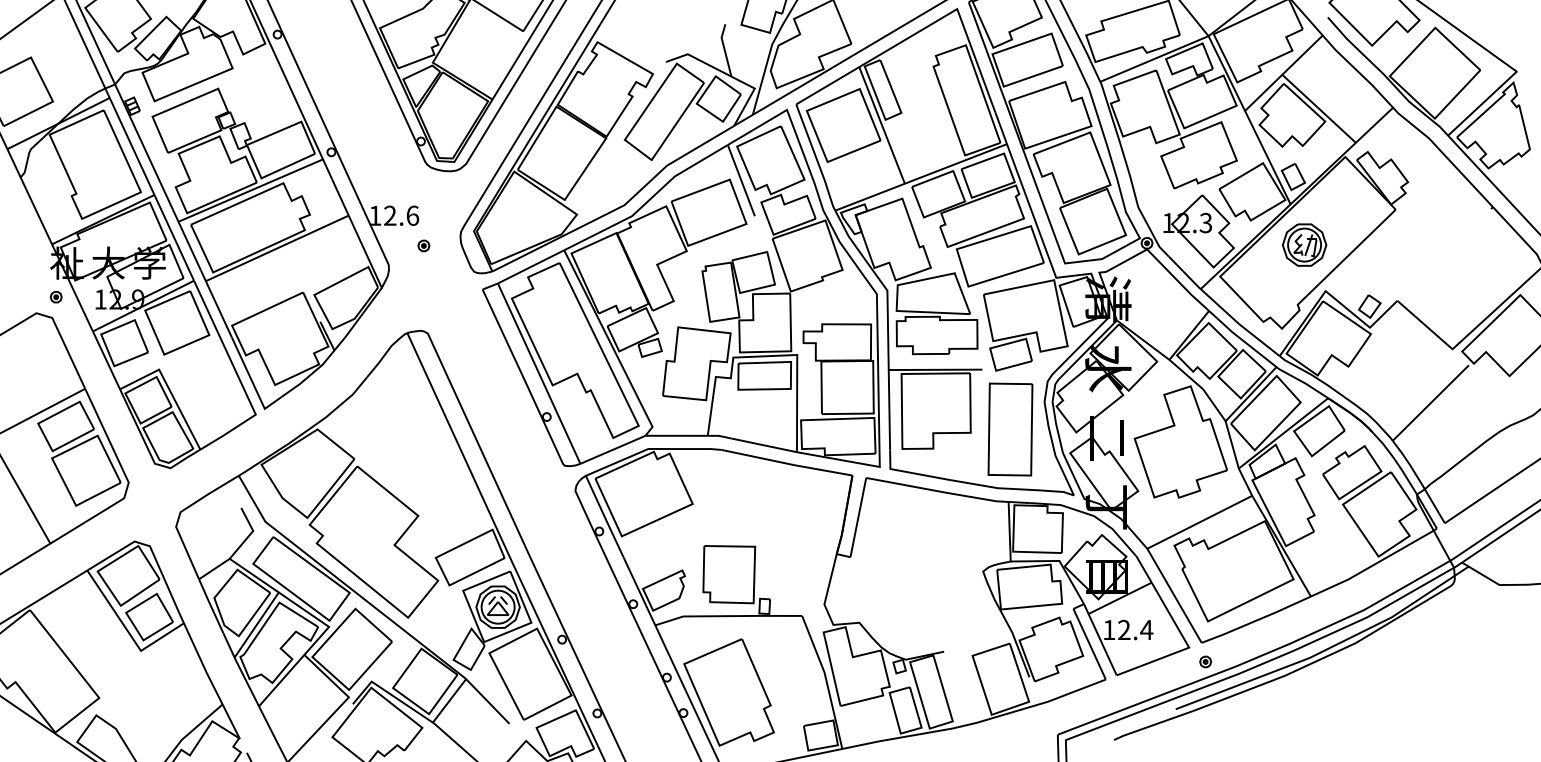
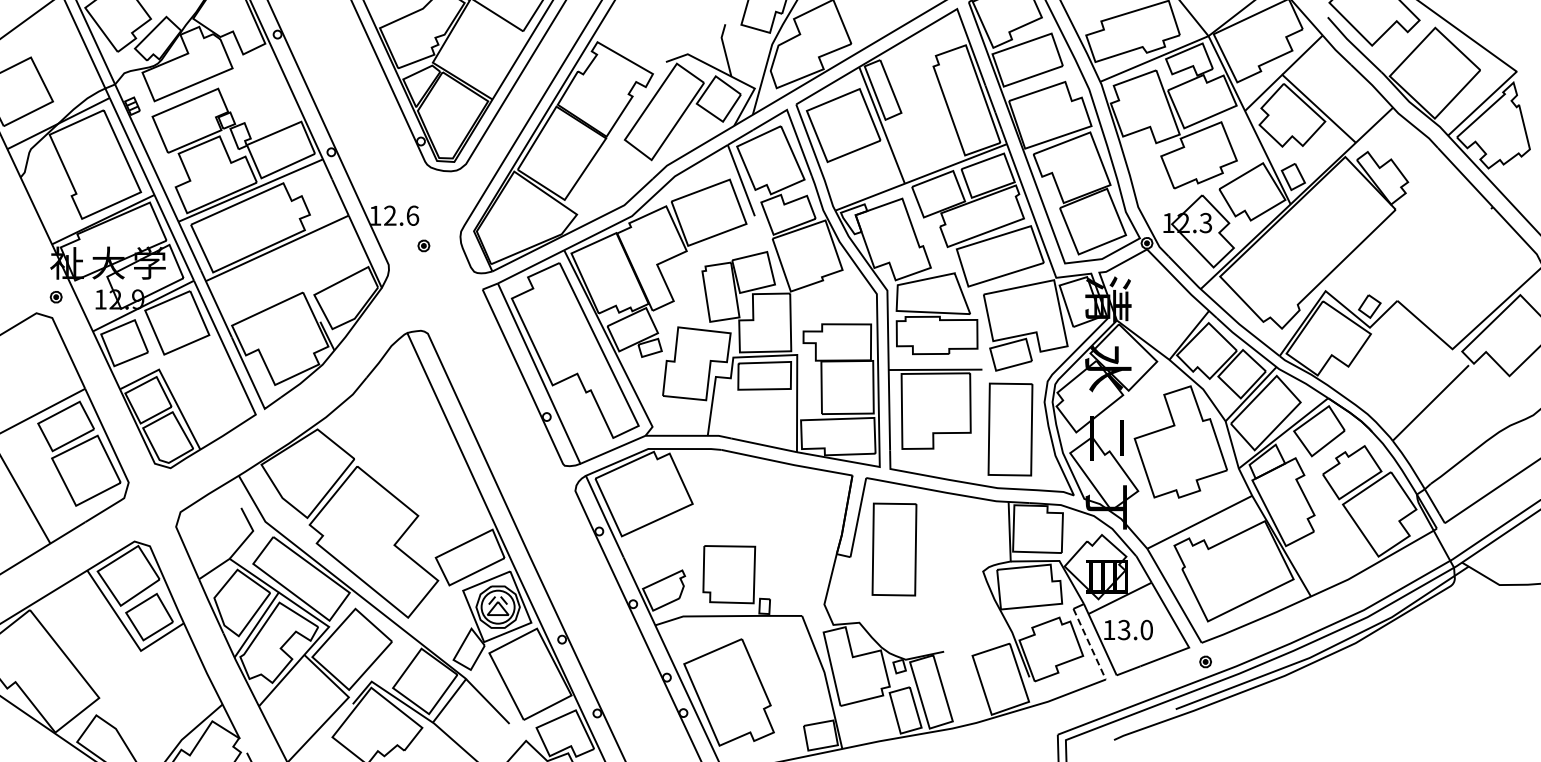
part at (1304, 244): present -> none
part at (894, 549): none -> present
text at (1135, 629): 12.4 -> 13.0
line at (1089, 644): solid -> dashed
